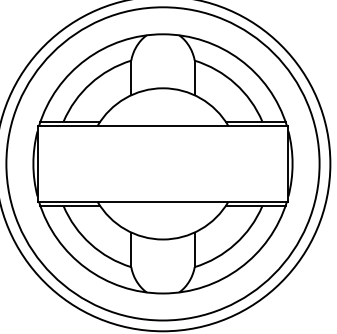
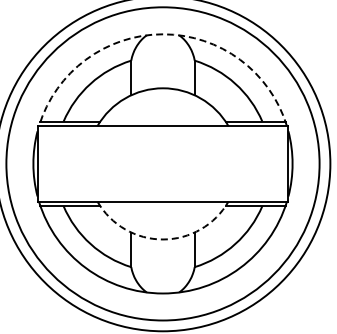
arc at (162, 34): solid -> dashed
arc at (162, 239): solid -> dashed
